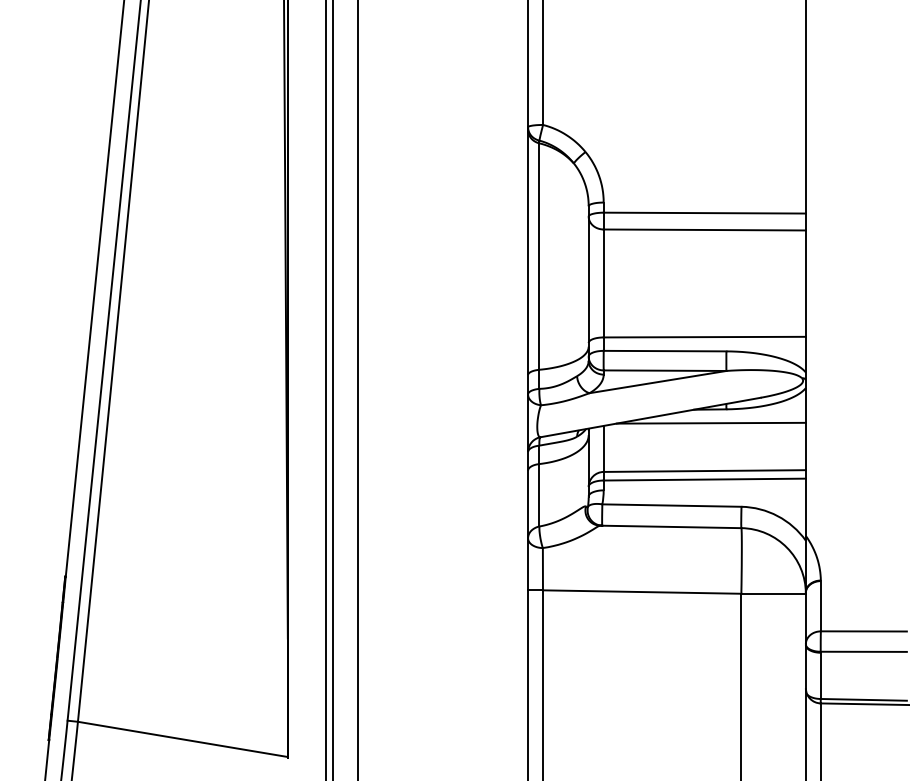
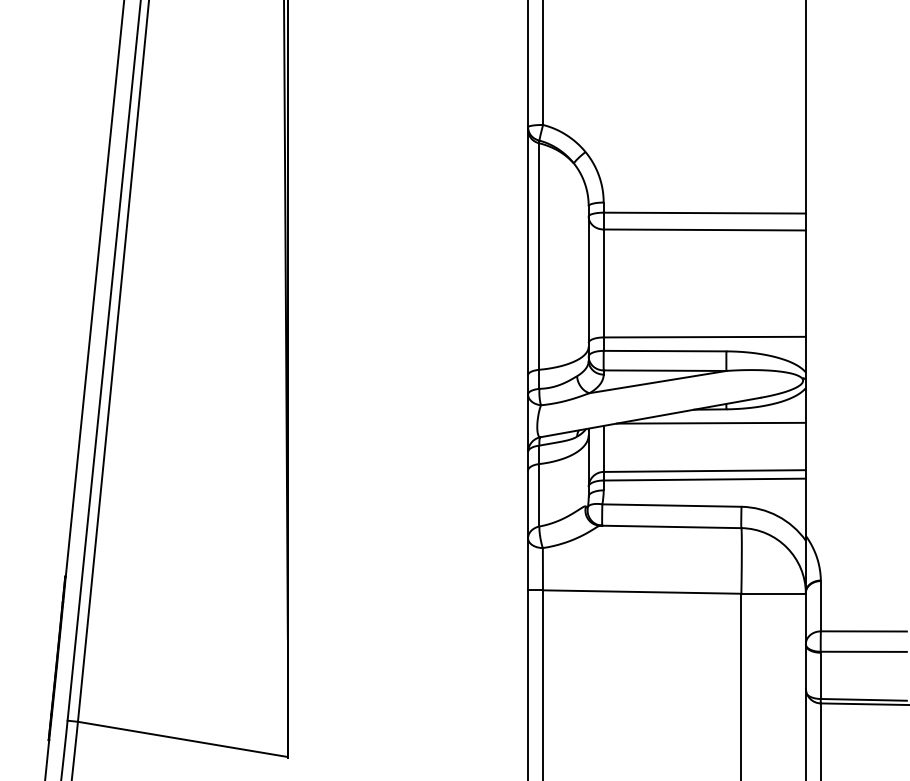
line at (325, 389): present -> none
line at (333, 389): present -> none
line at (358, 389): present -> none
